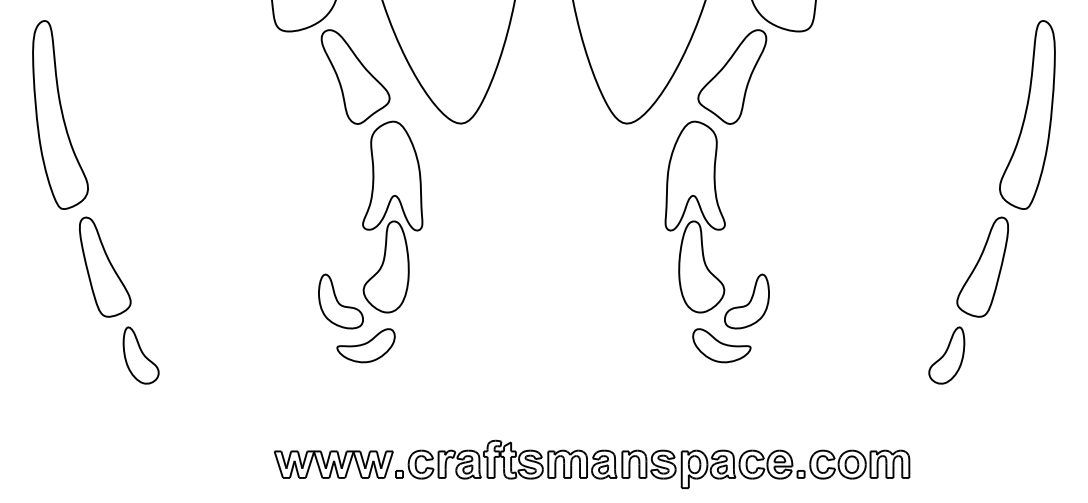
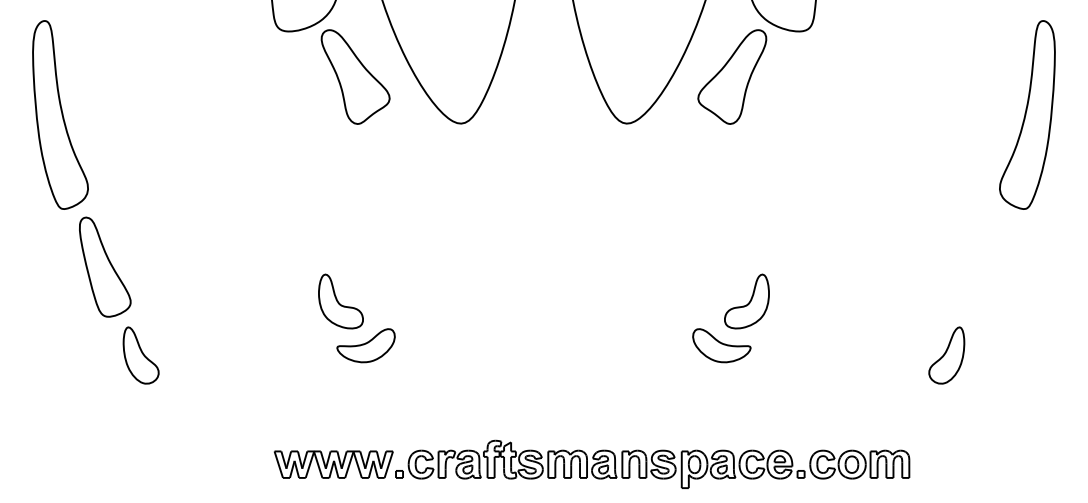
part at (392, 216): present -> none
part at (694, 216): present -> none
part at (982, 266): present -> none
